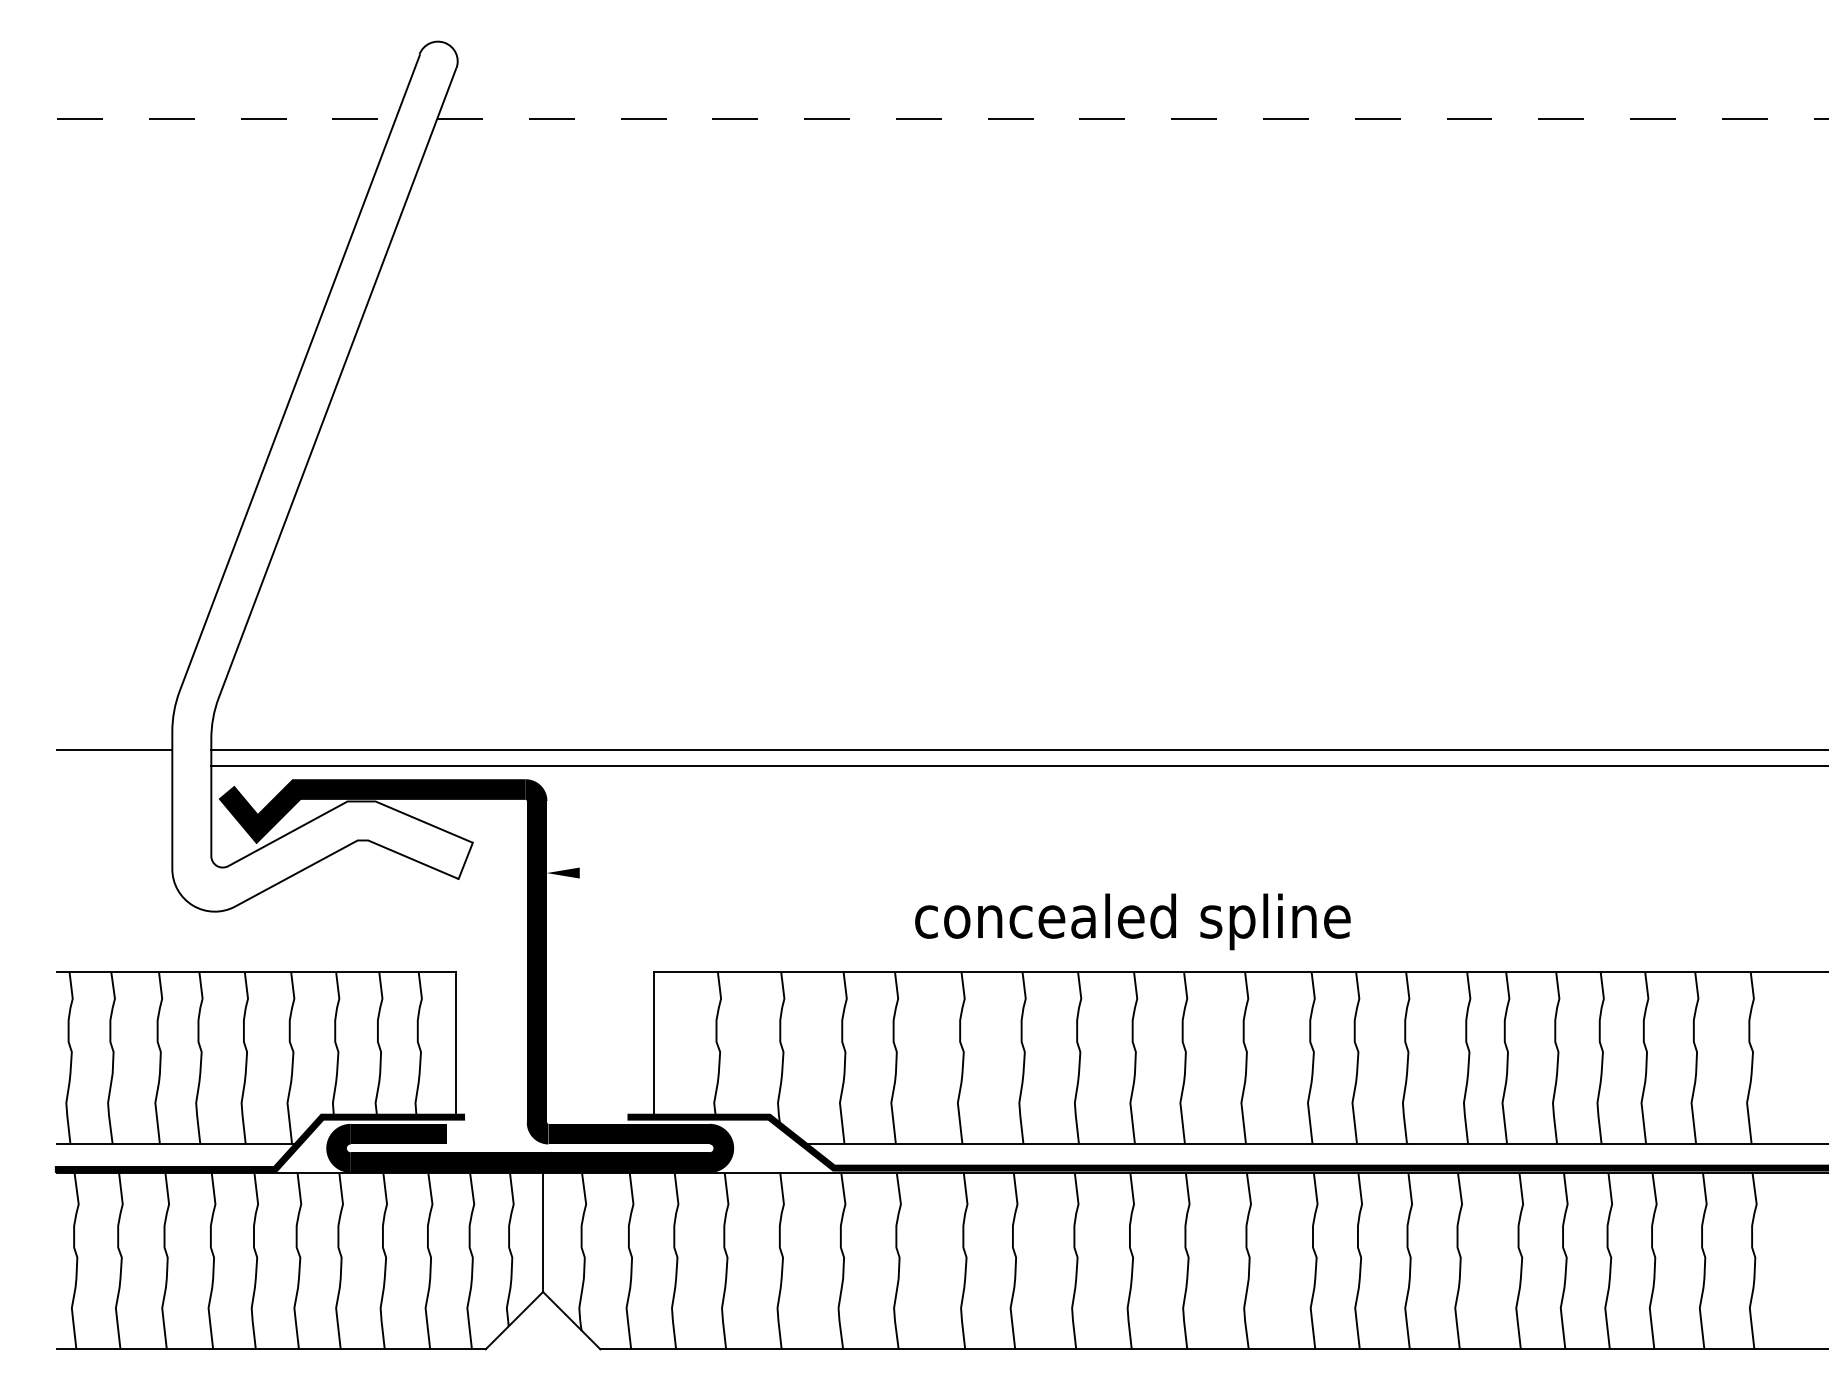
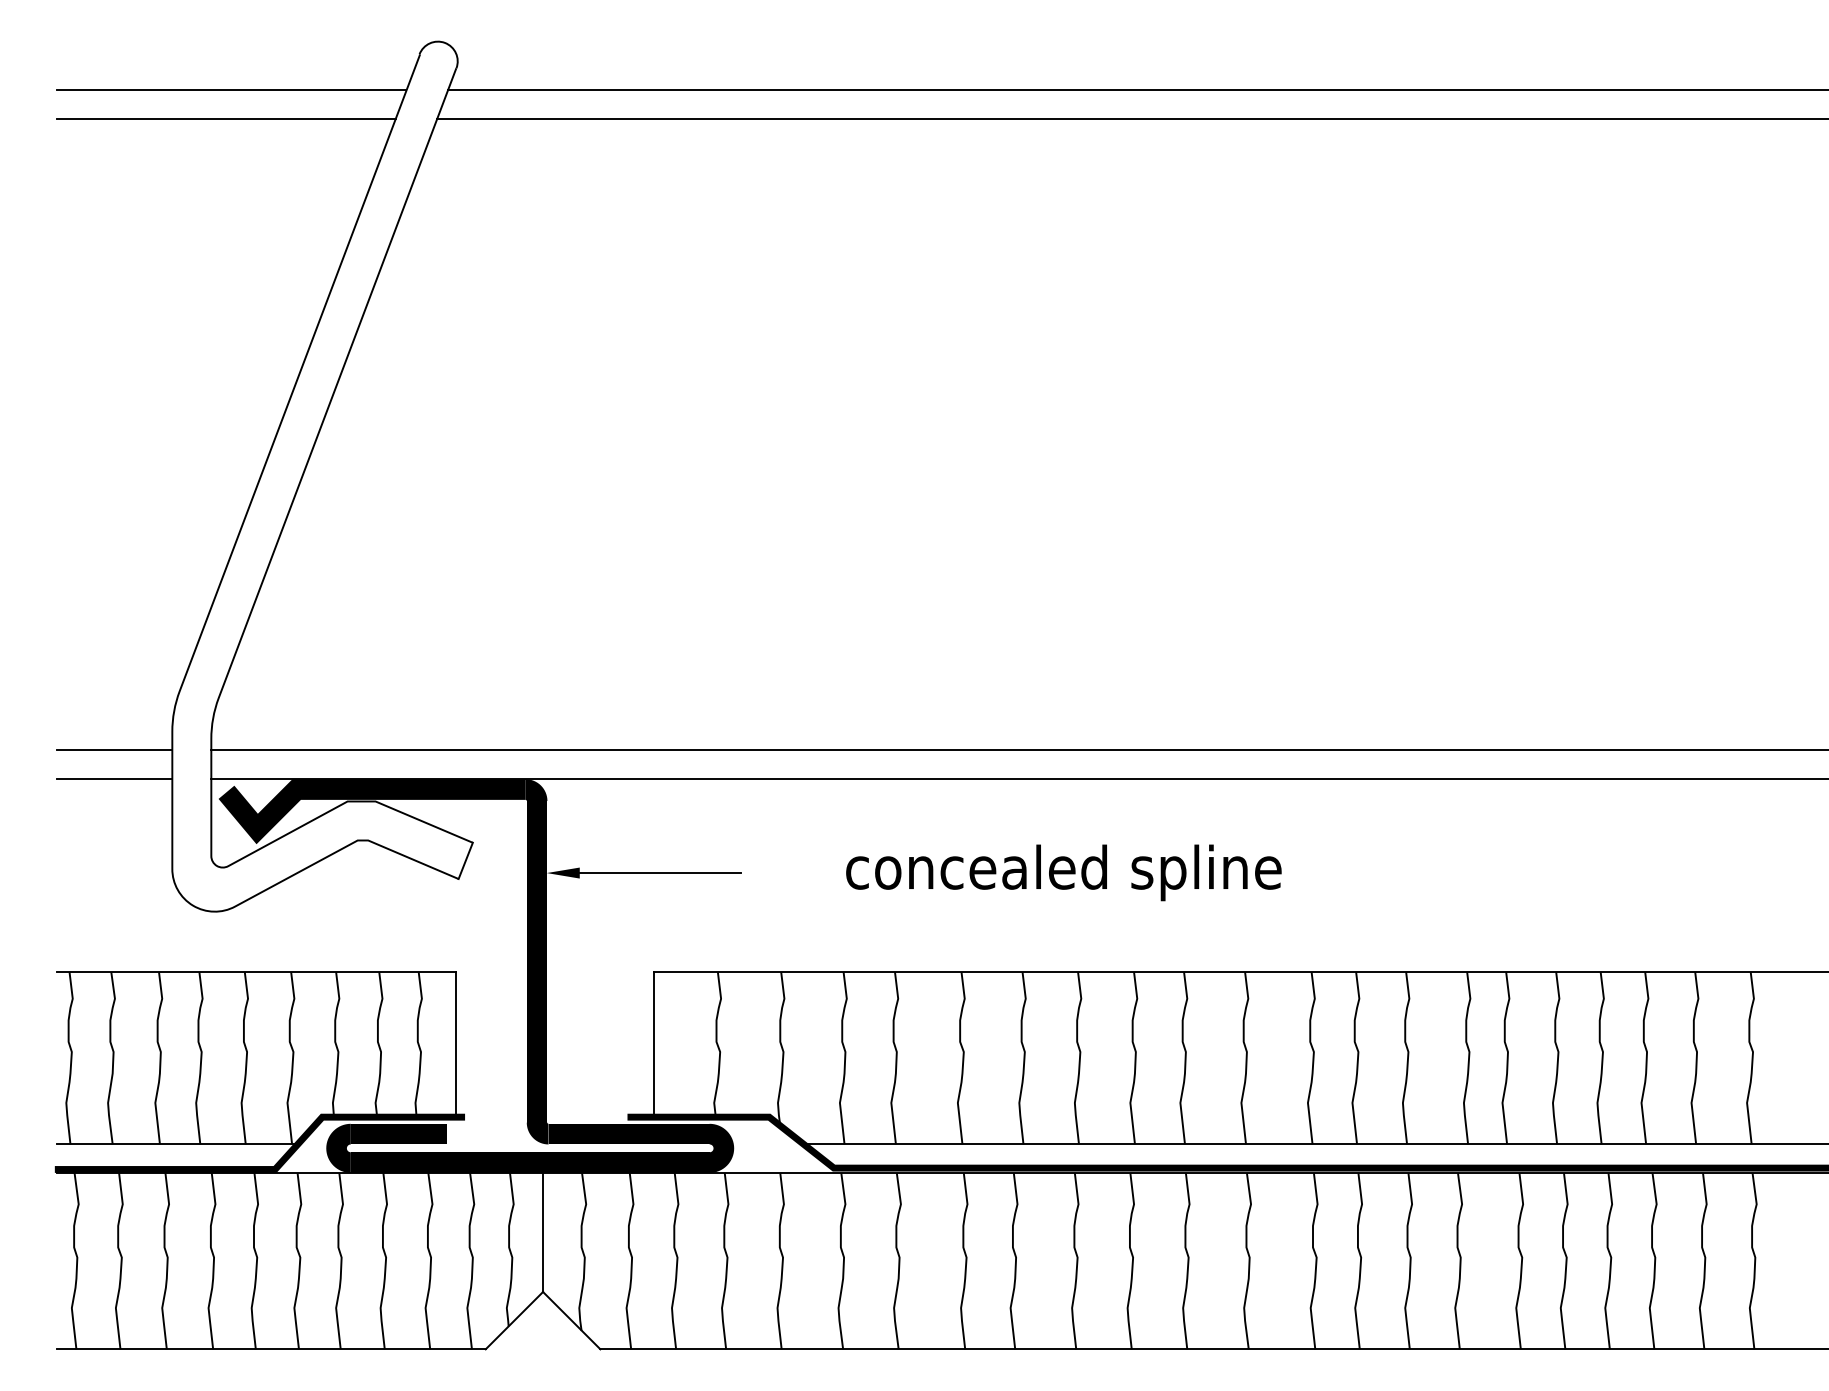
line at (231, 90): none -> present
line at (1136, 90): none -> present
line at (226, 119): dashed -> solid
line at (1132, 119): dashed -> solid
line at (1018, 765) position: (1018, 765) -> (1018, 778)
line at (114, 778): none -> present
line at (659, 873): none -> present
text at (1132, 921) position: (1132, 921) -> (1063, 872)
